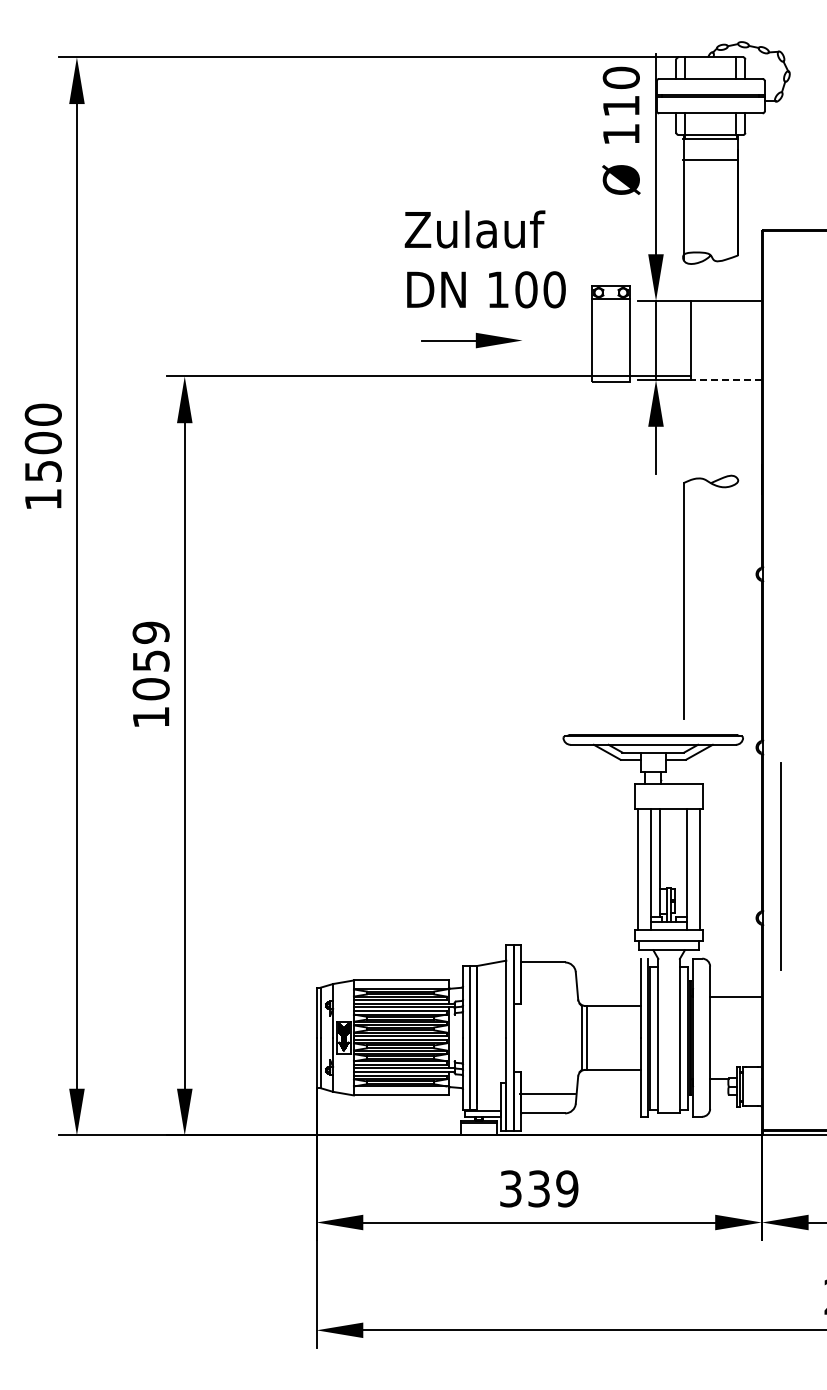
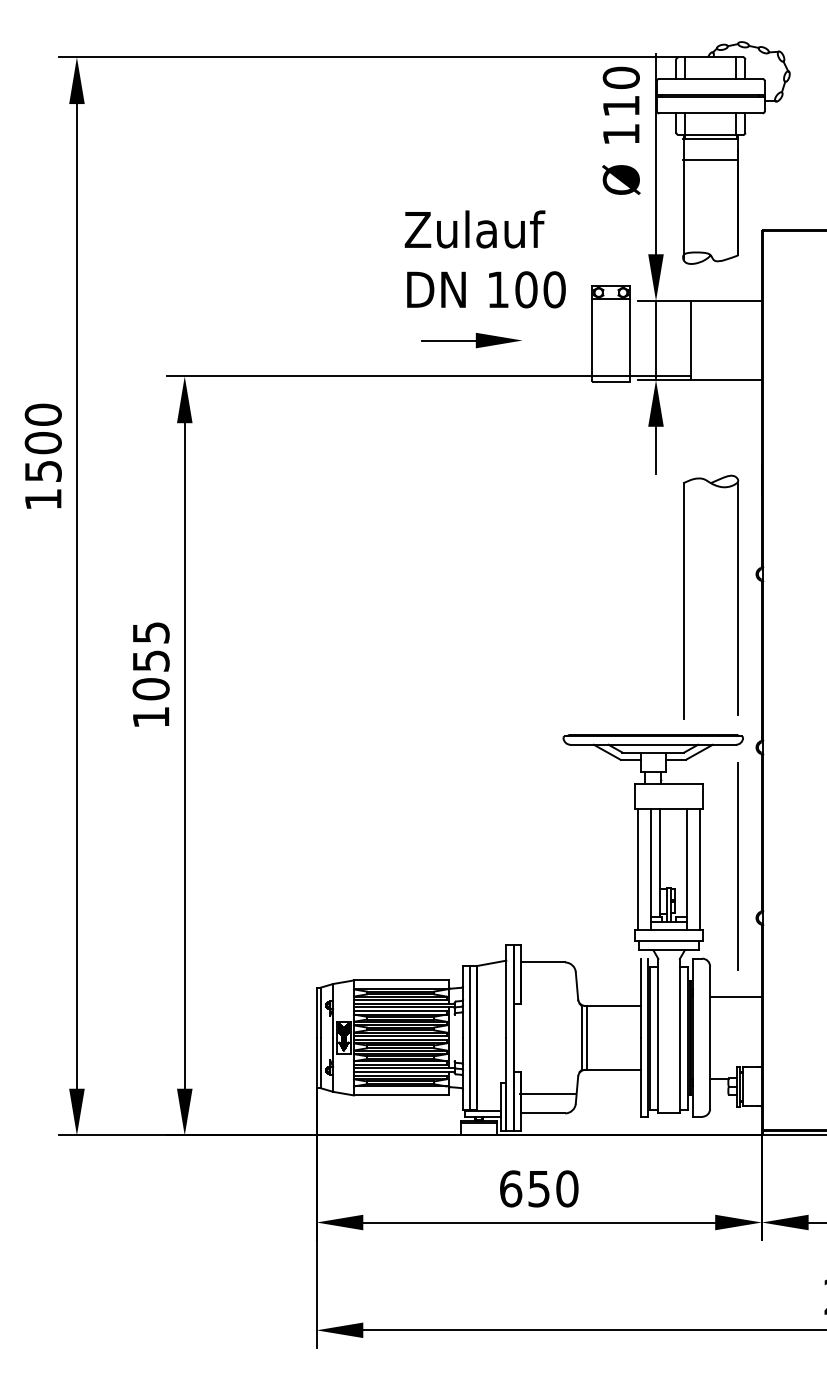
line at (726, 380): dashed -> solid
line at (738, 599): none -> present
text at (150, 632): 1059 -> 1055
line at (780, 866) position: (780, 866) -> (737, 866)
text at (539, 1188): 339 -> 650
